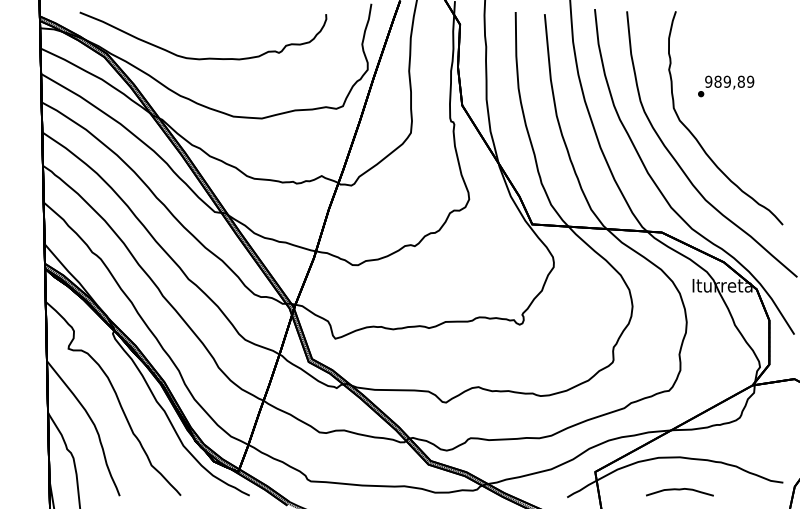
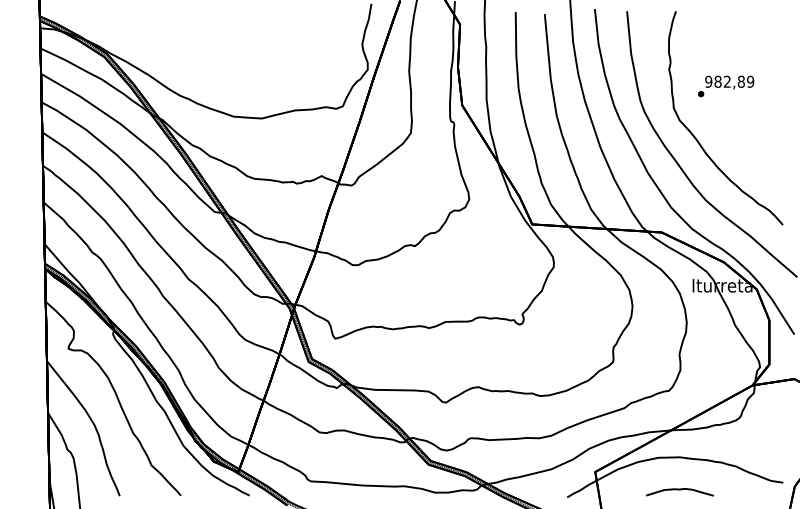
part at (207, 57): present -> none
text at (726, 81): 989,89 -> 982,89
